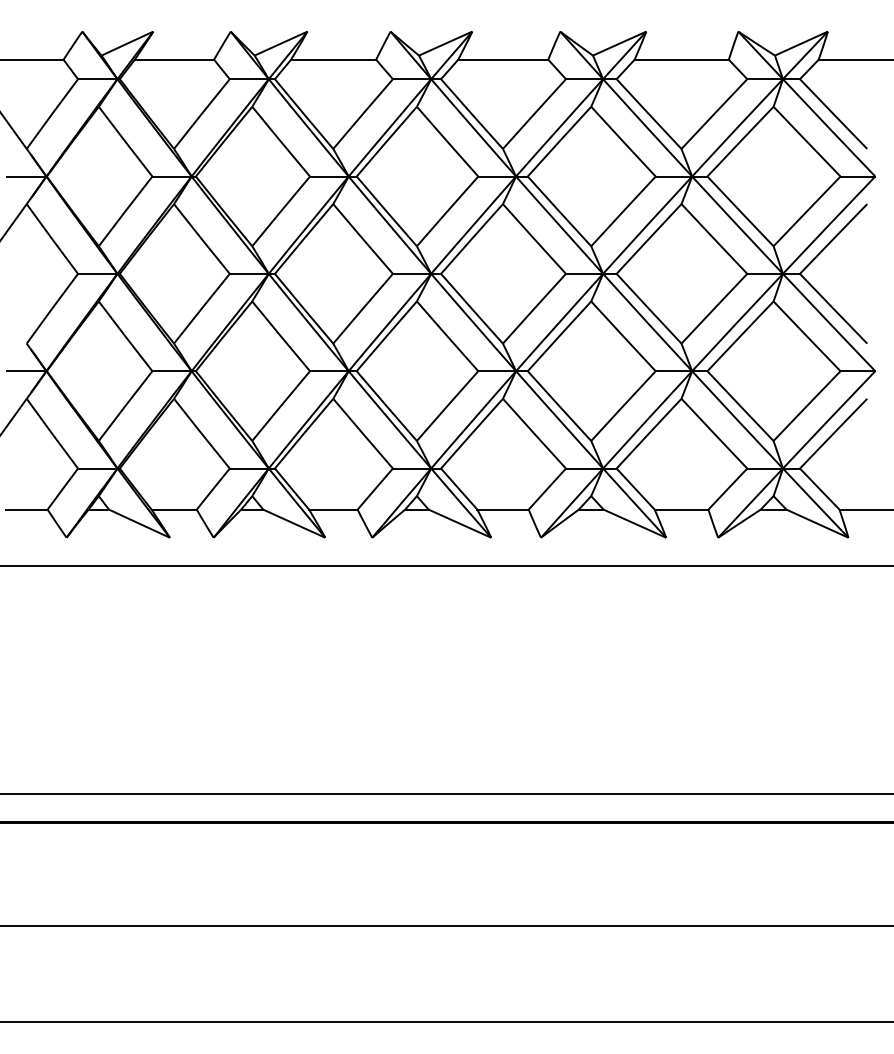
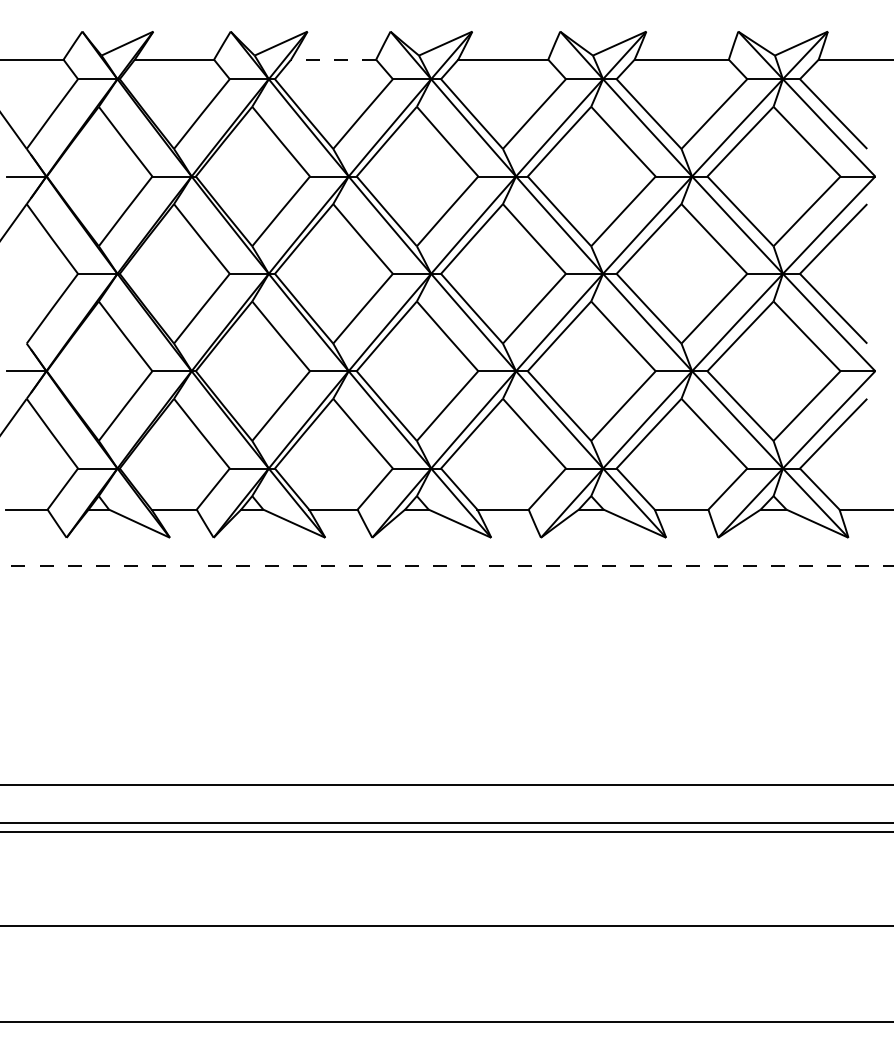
line at (333, 59): solid -> dashed
line at (447, 565): solid -> dashed
line at (446, 794) position: (446, 794) -> (446, 785)
line at (446, 822) position: (446, 822) -> (446, 832)
